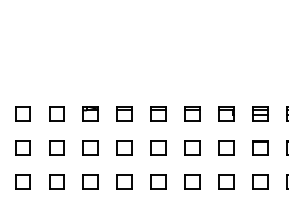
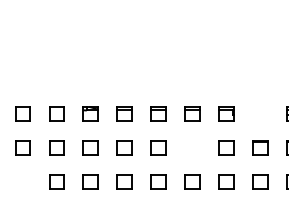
part at (260, 113): present -> none
part at (192, 147): present -> none
part at (22, 181): present -> none
